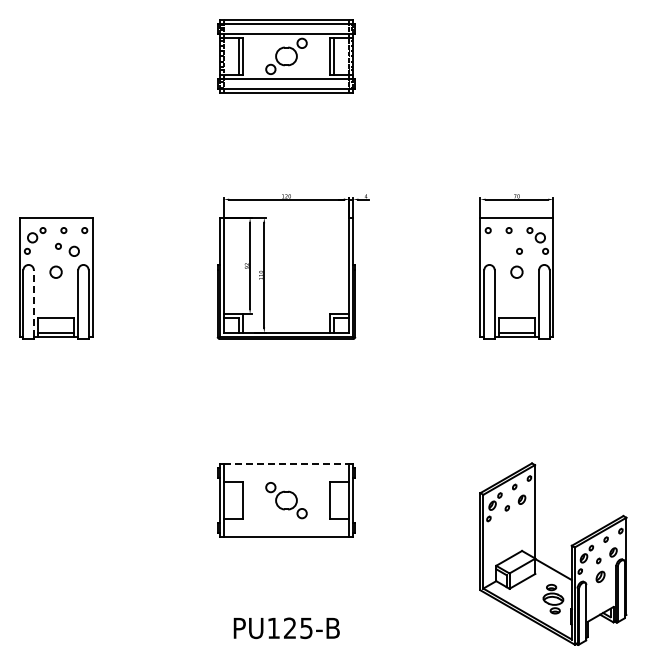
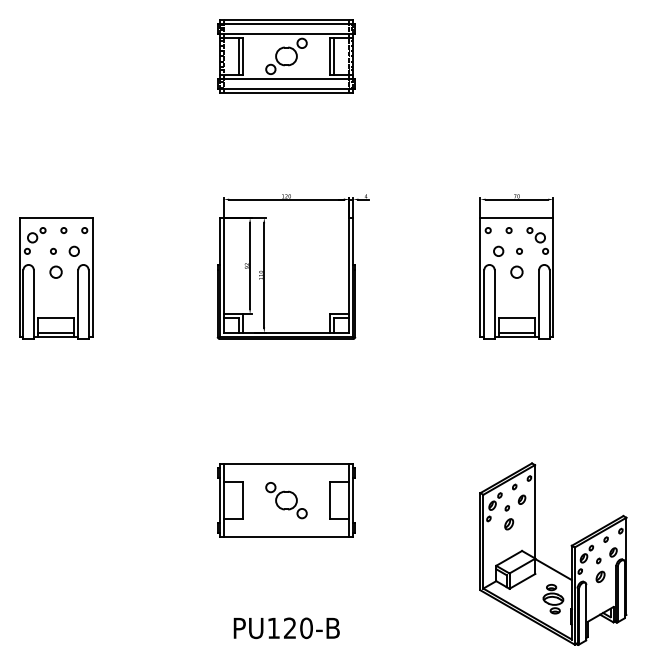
circle at (58, 245) position: (58, 245) -> (53, 250)
circle at (498, 250): none -> present
line at (33, 303): dashed -> solid
line at (286, 464): dashed -> solid
part at (509, 524): none -> present
text at (306, 628): PU125-B -> PU120-B
